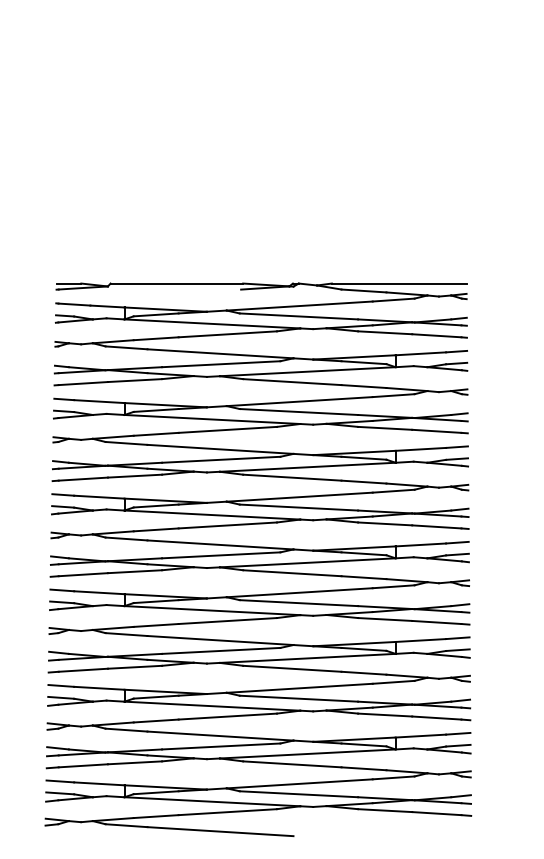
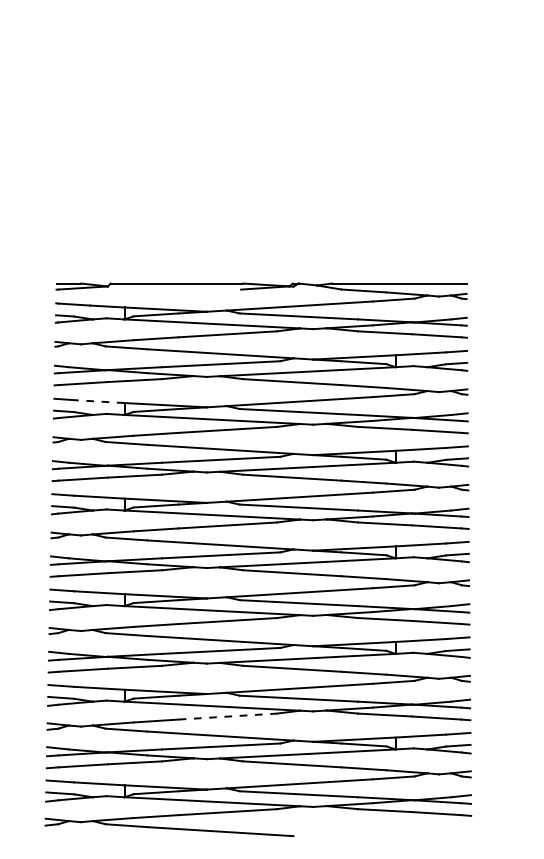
line at (98, 401): solid -> dashed
line at (228, 716): solid -> dashed
